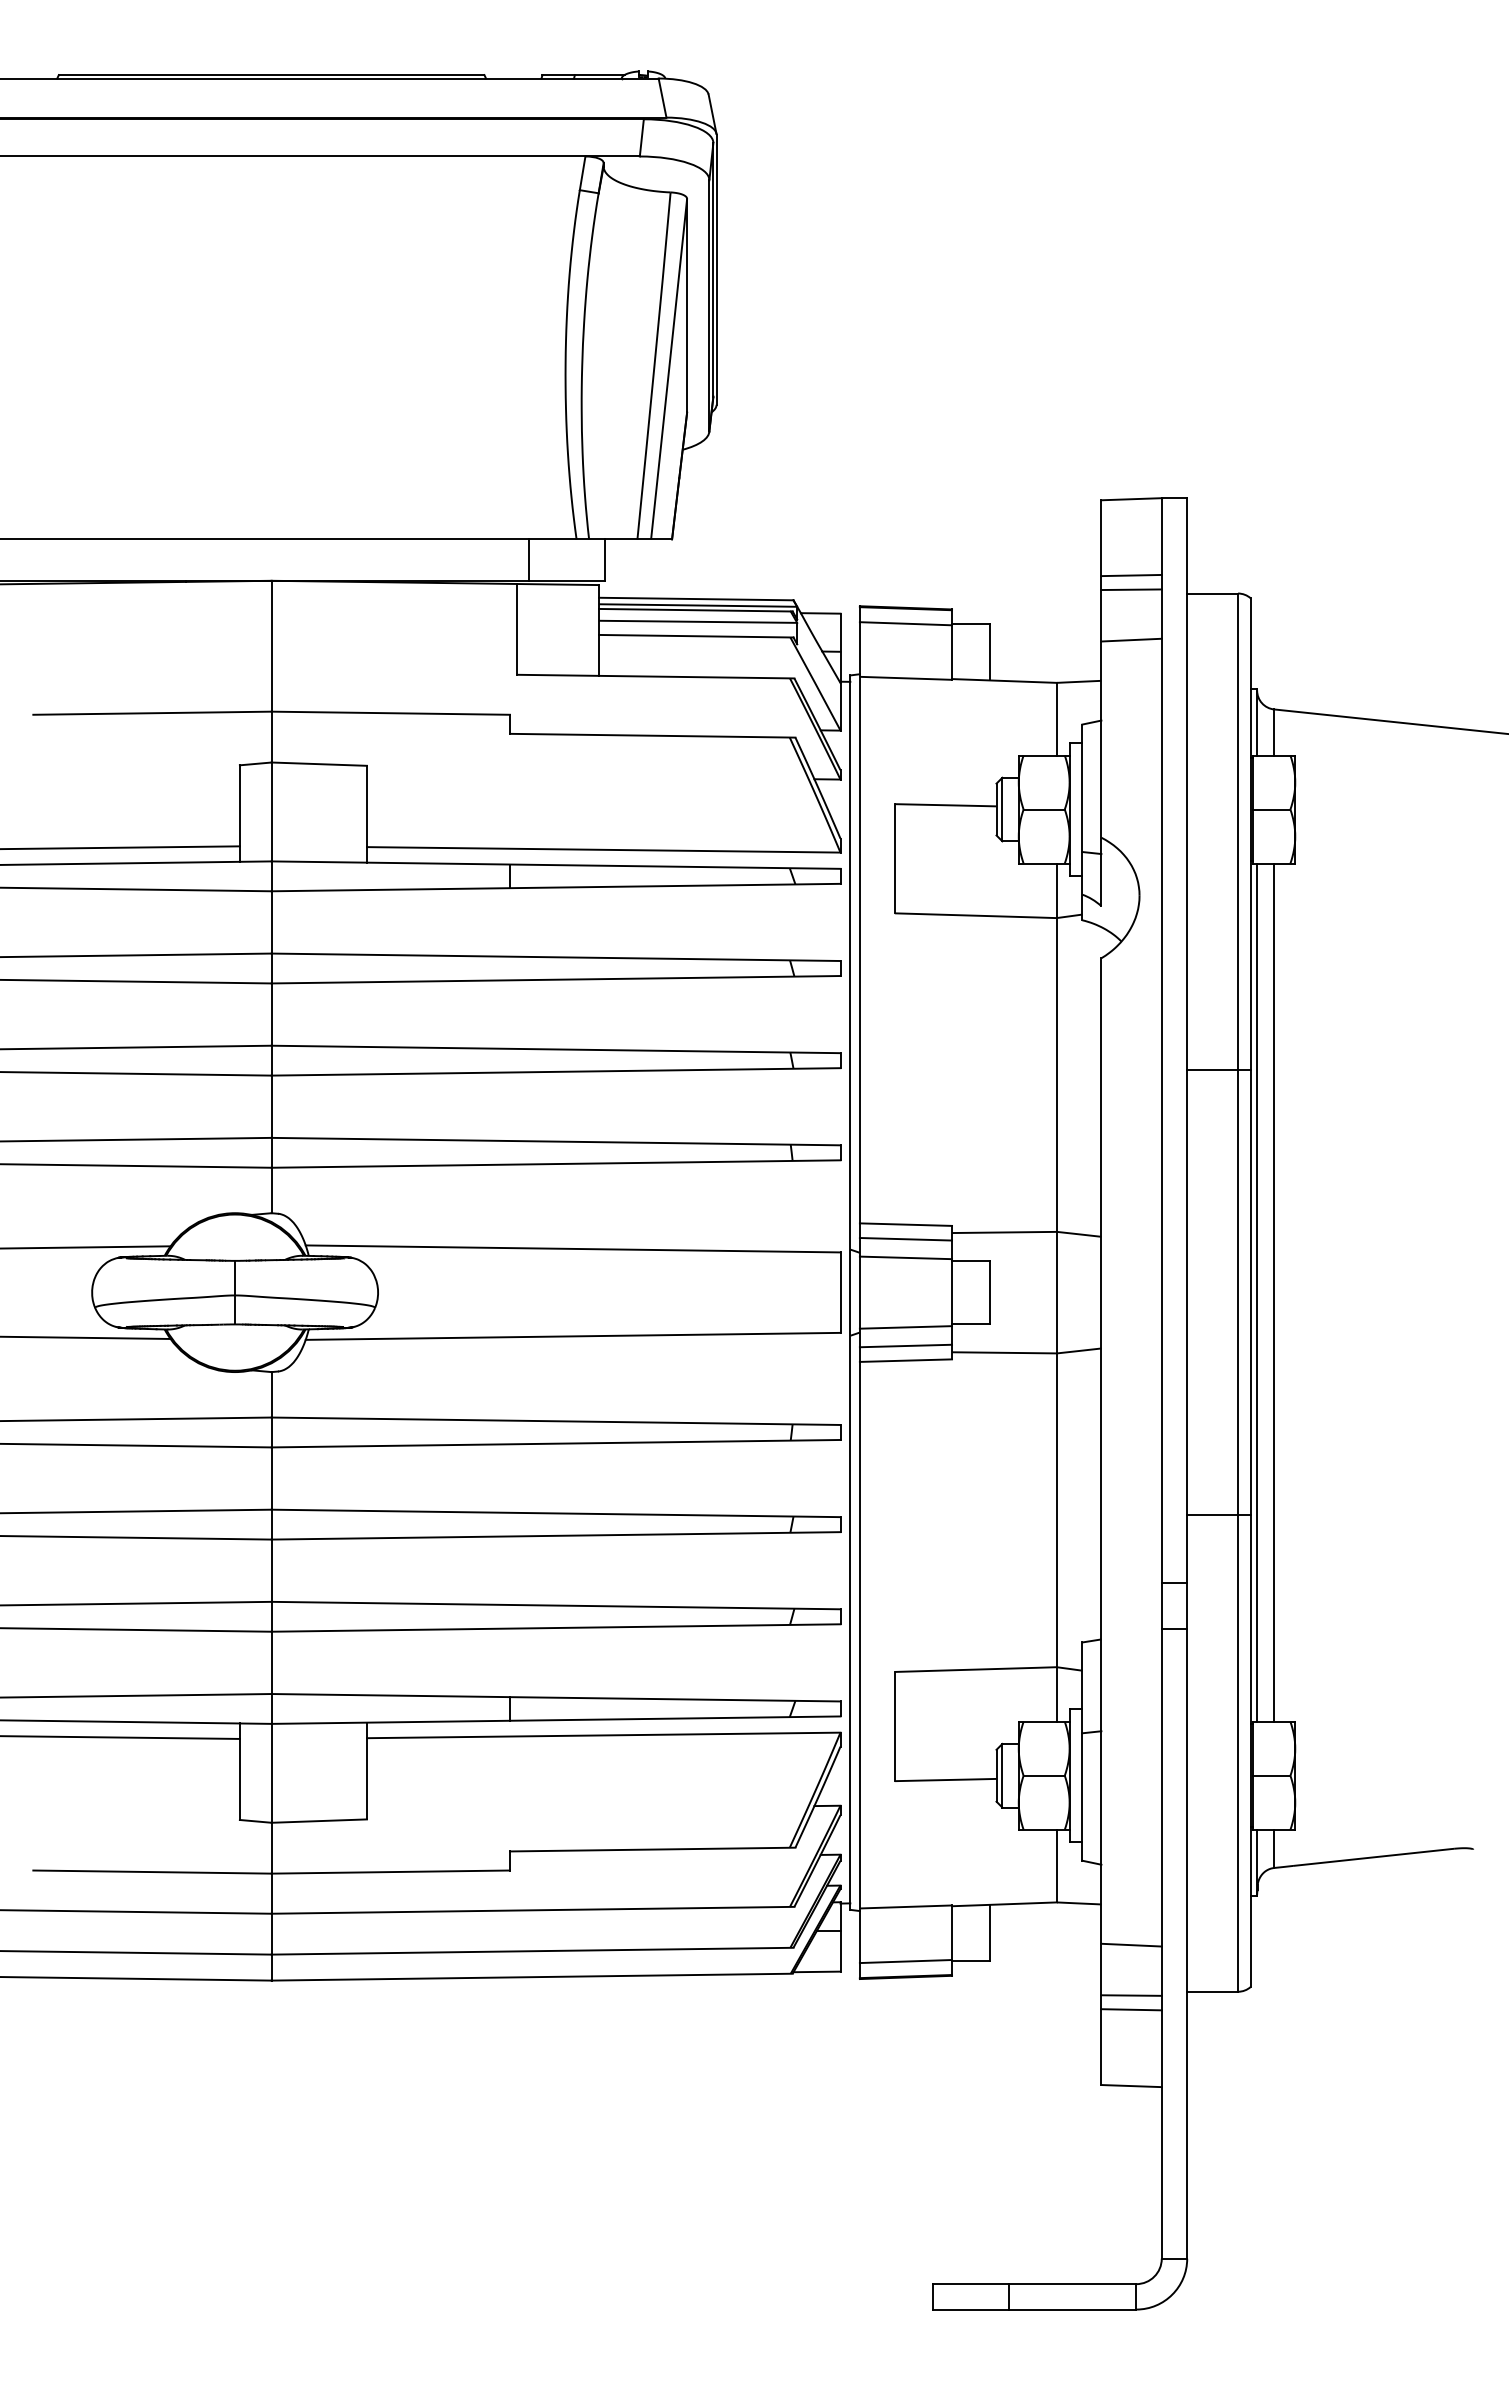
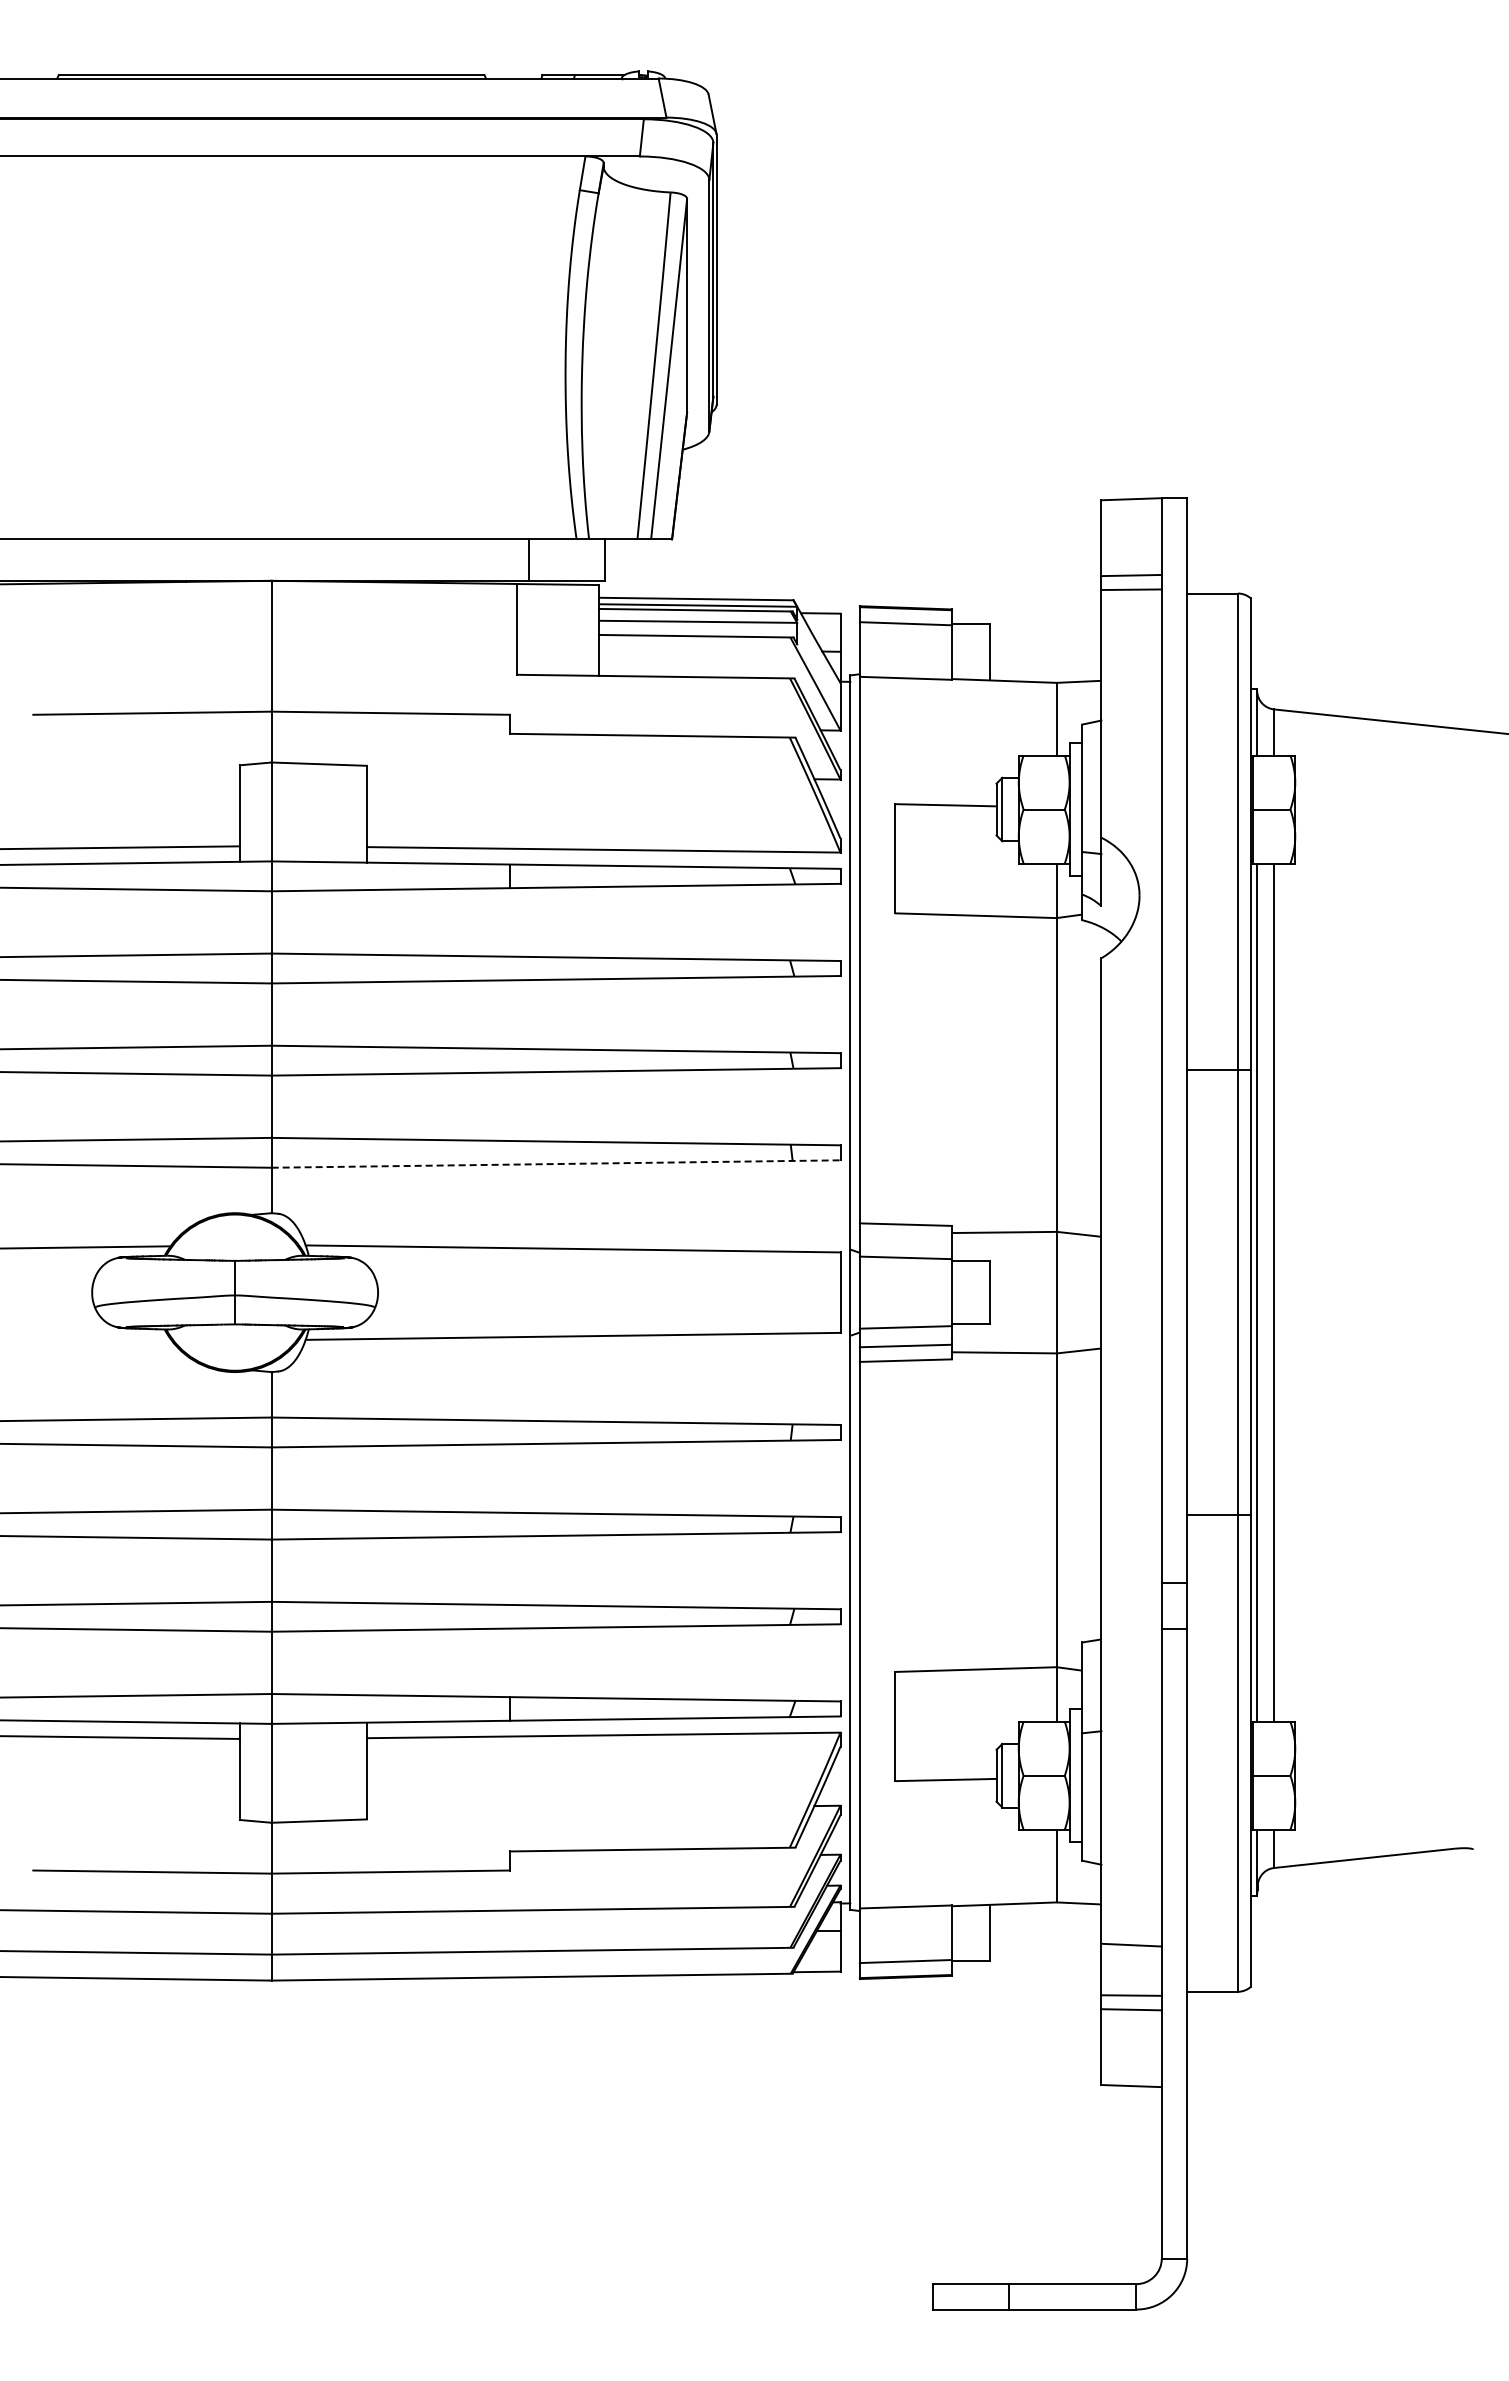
line at (1131, 639): present -> none
line at (556, 1164): solid -> dashed
line at (905, 1238): present -> none
line at (86, 1337): present -> none
